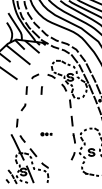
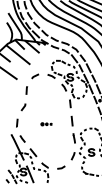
line at (41, 90): present -> none
part at (46, 134) position: (46, 134) -> (46, 124)
line at (61, 167): none -> present
